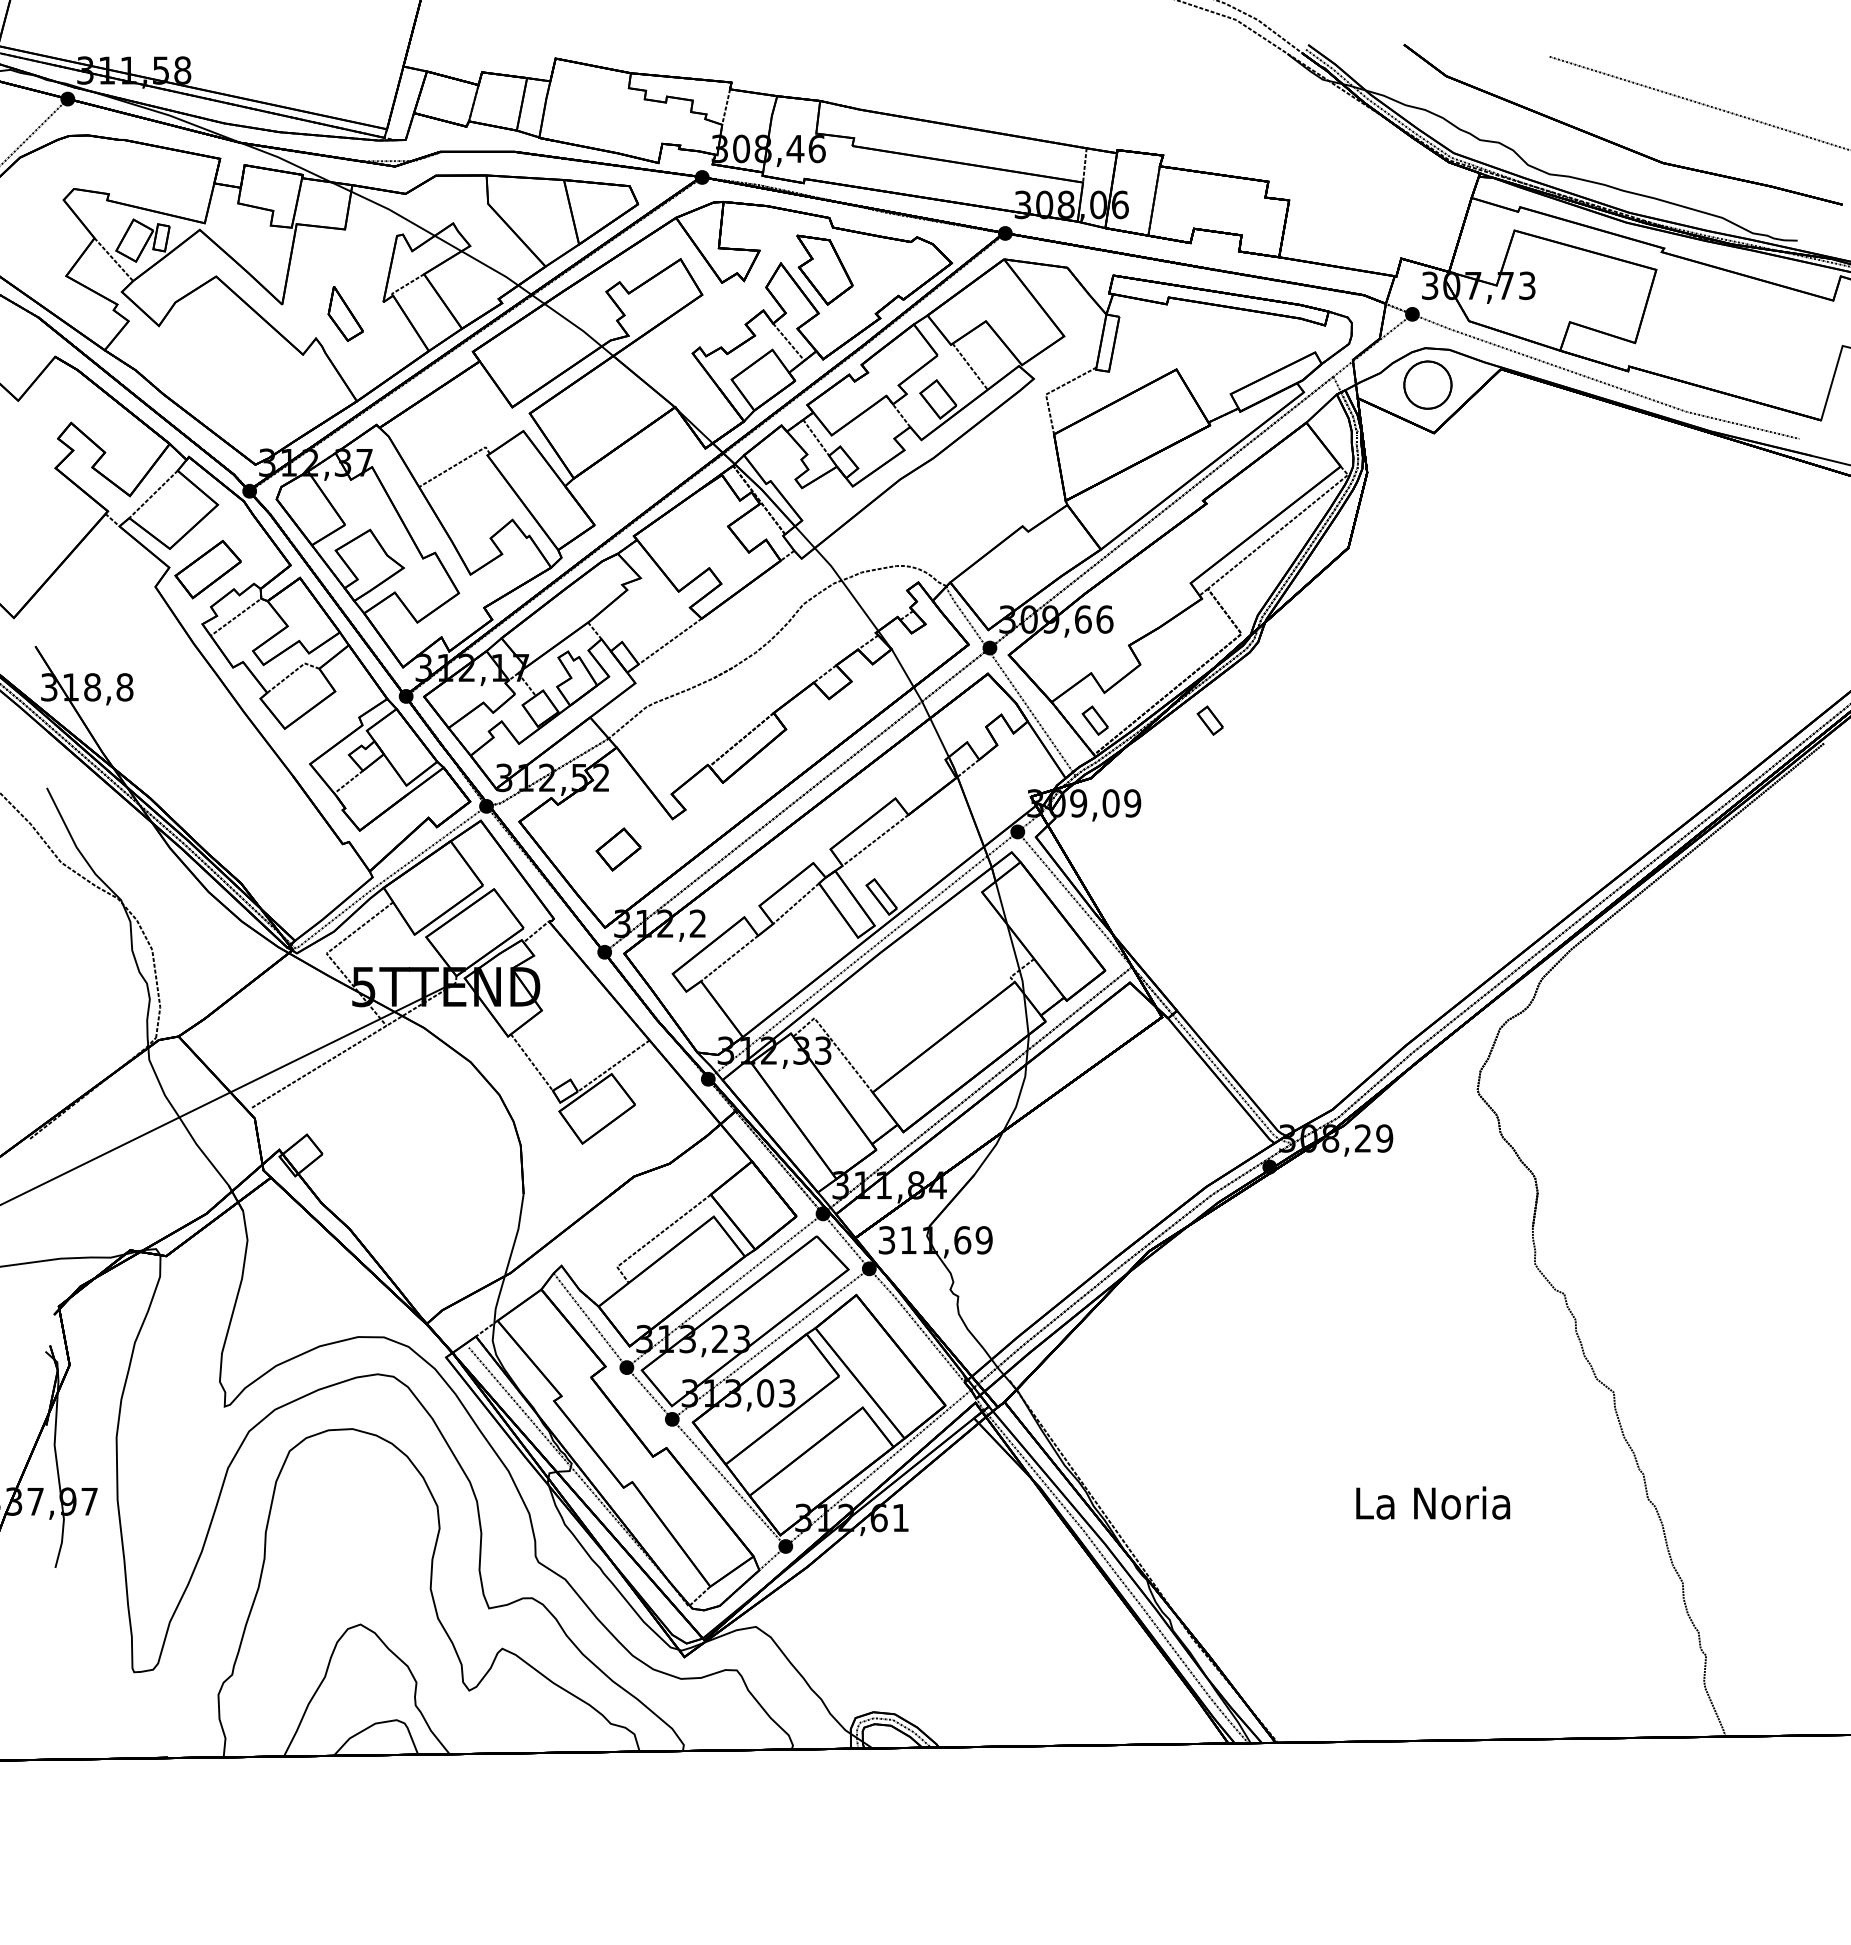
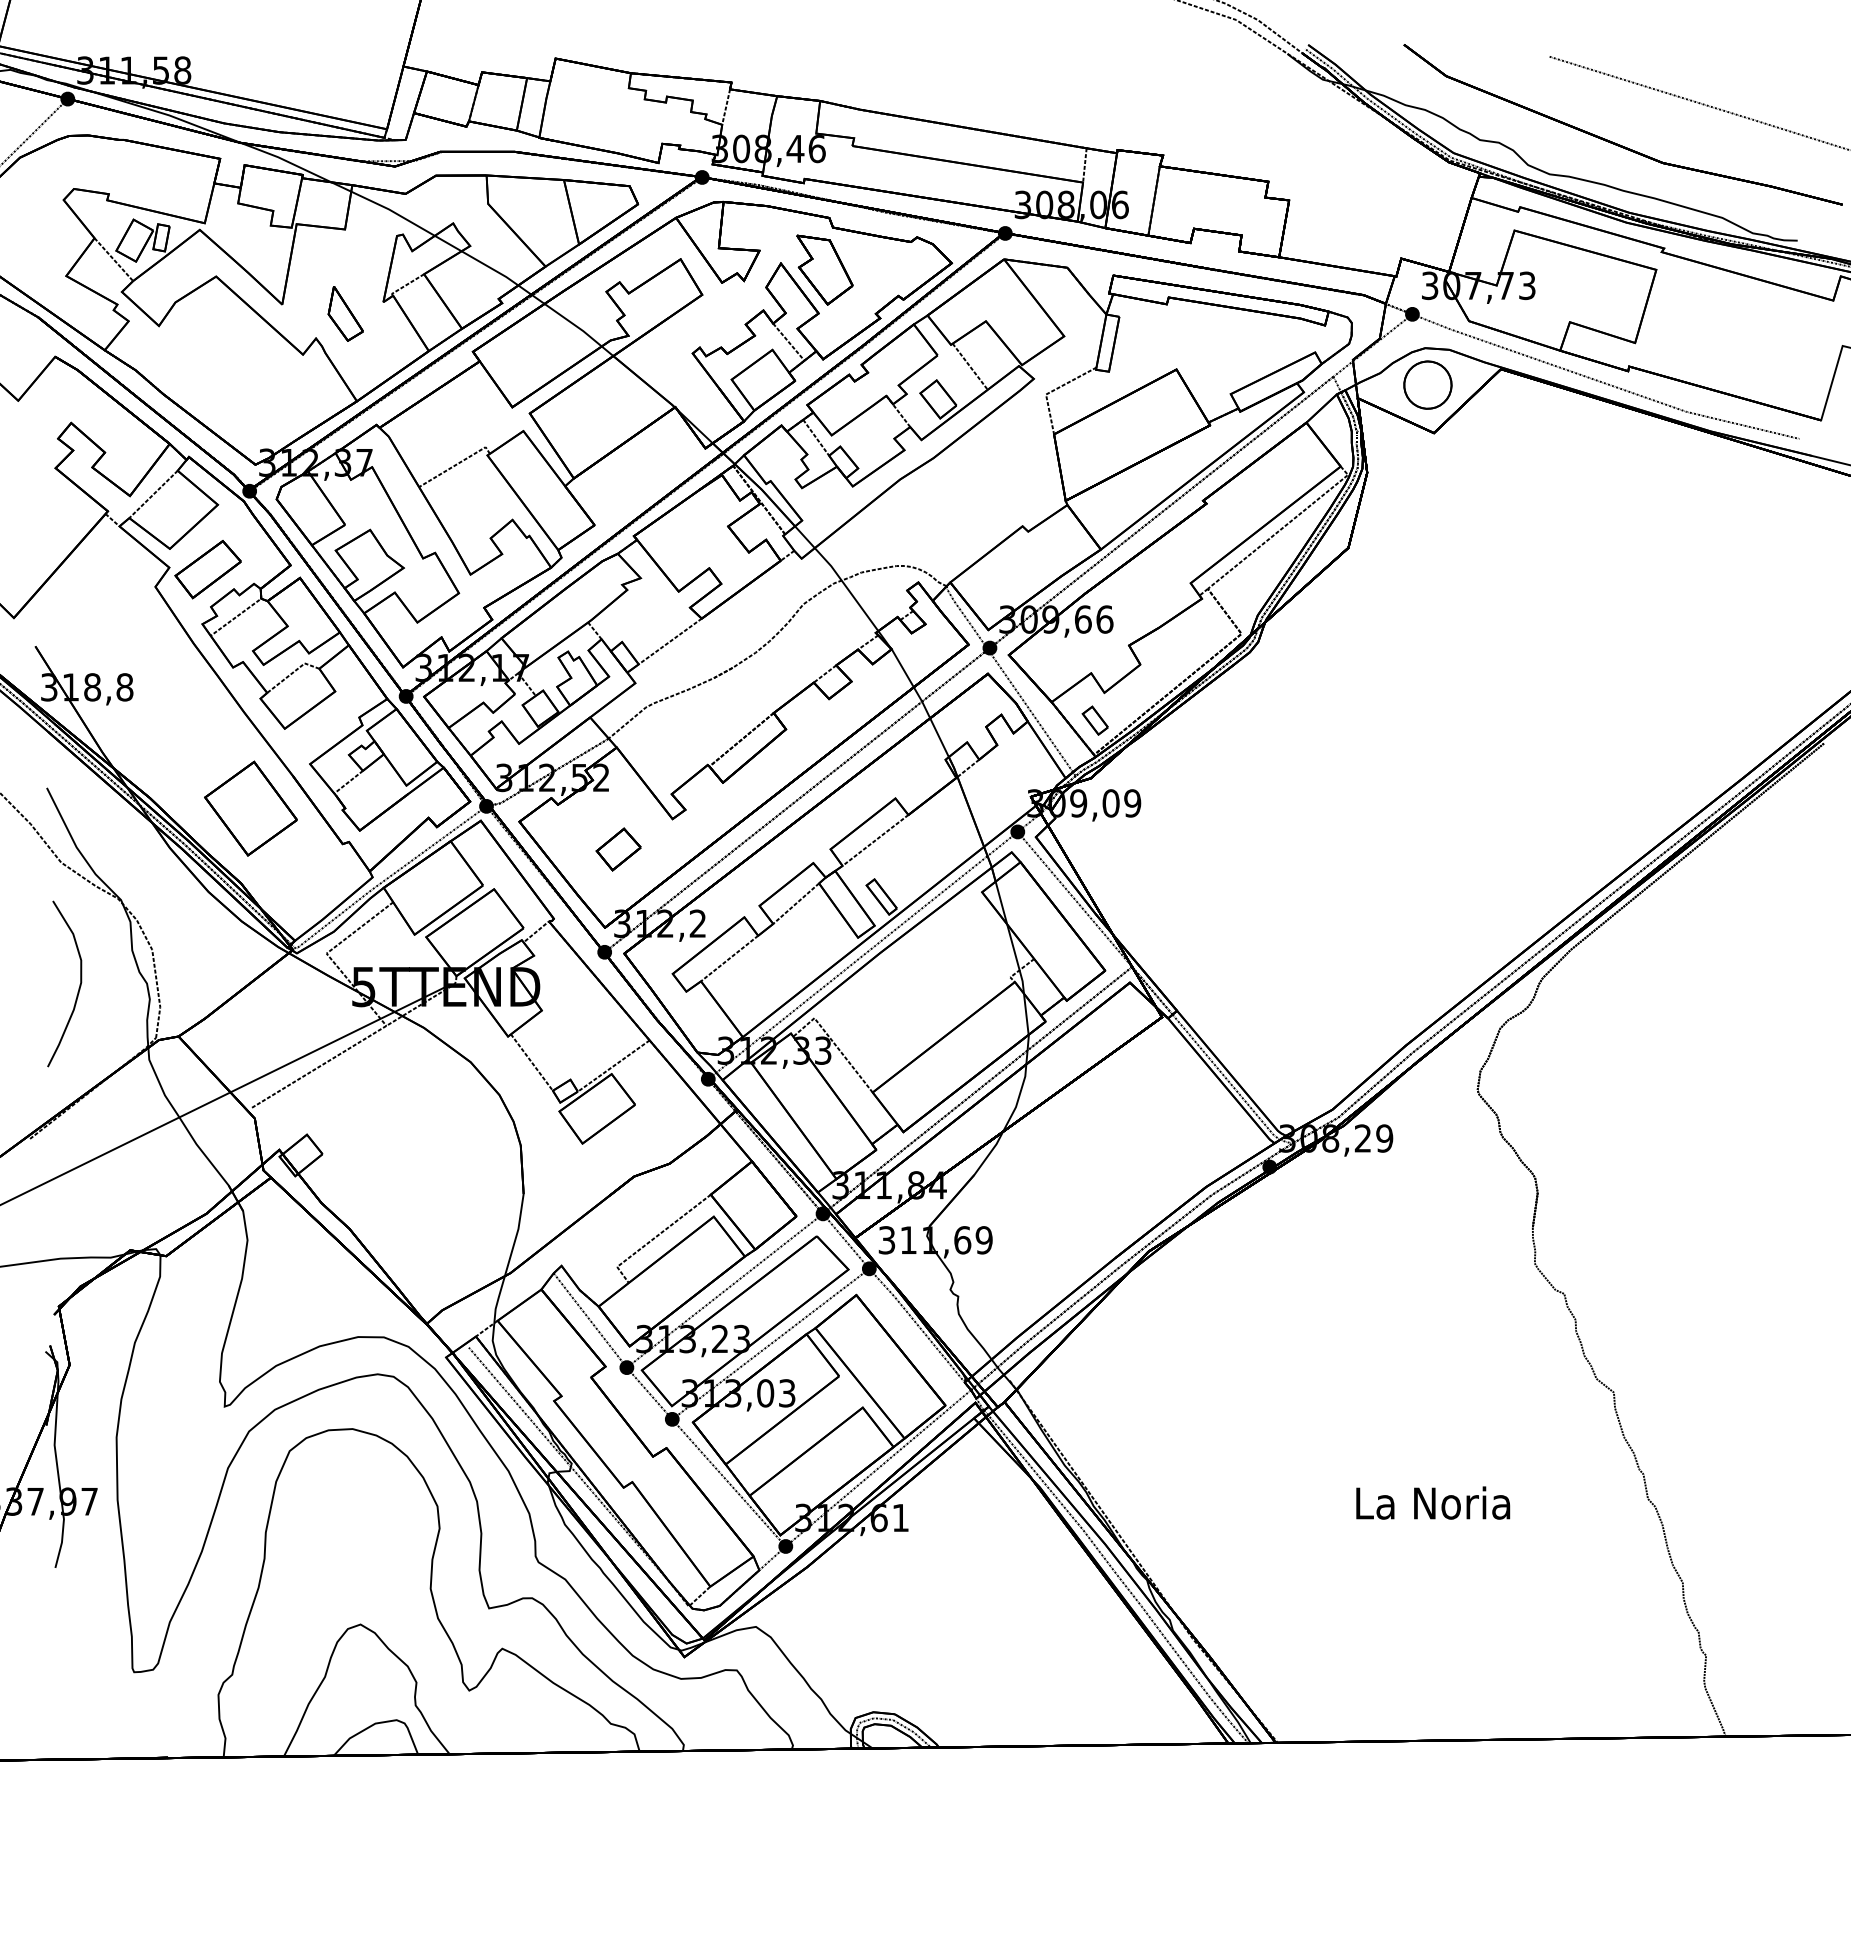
part at (1209, 720): present -> none
part at (250, 808): none -> present
curve at (78, 988): none -> present
